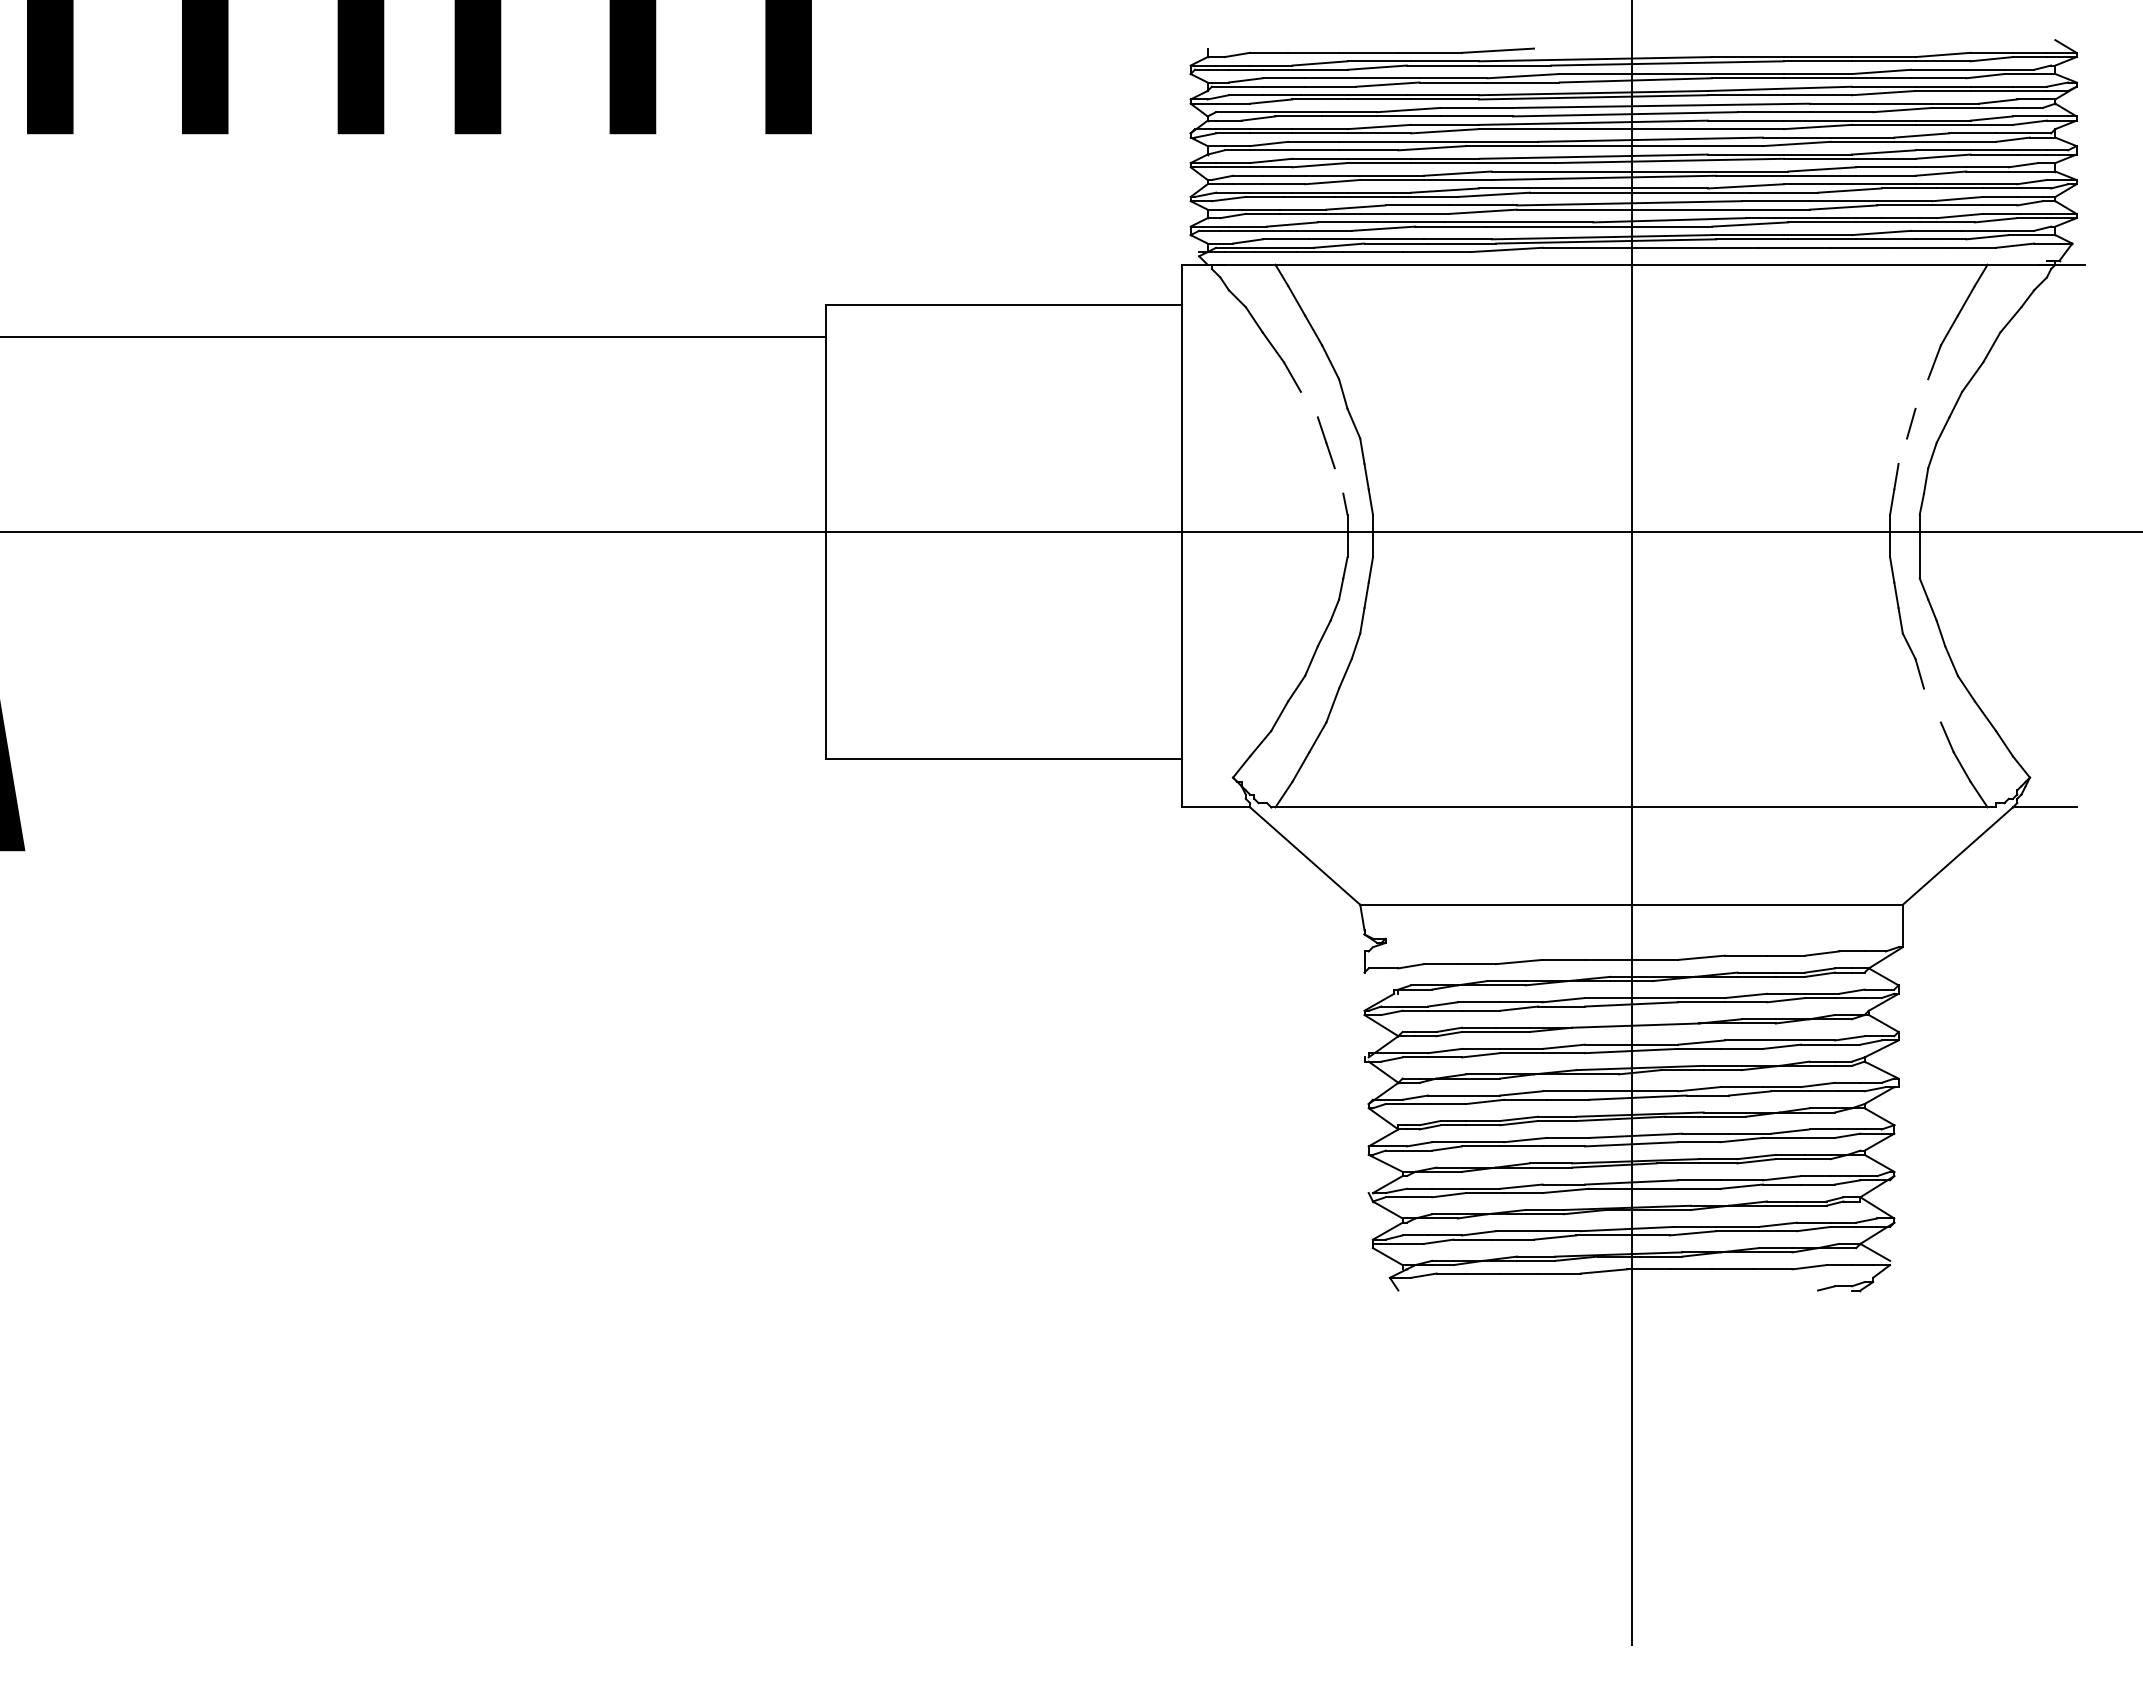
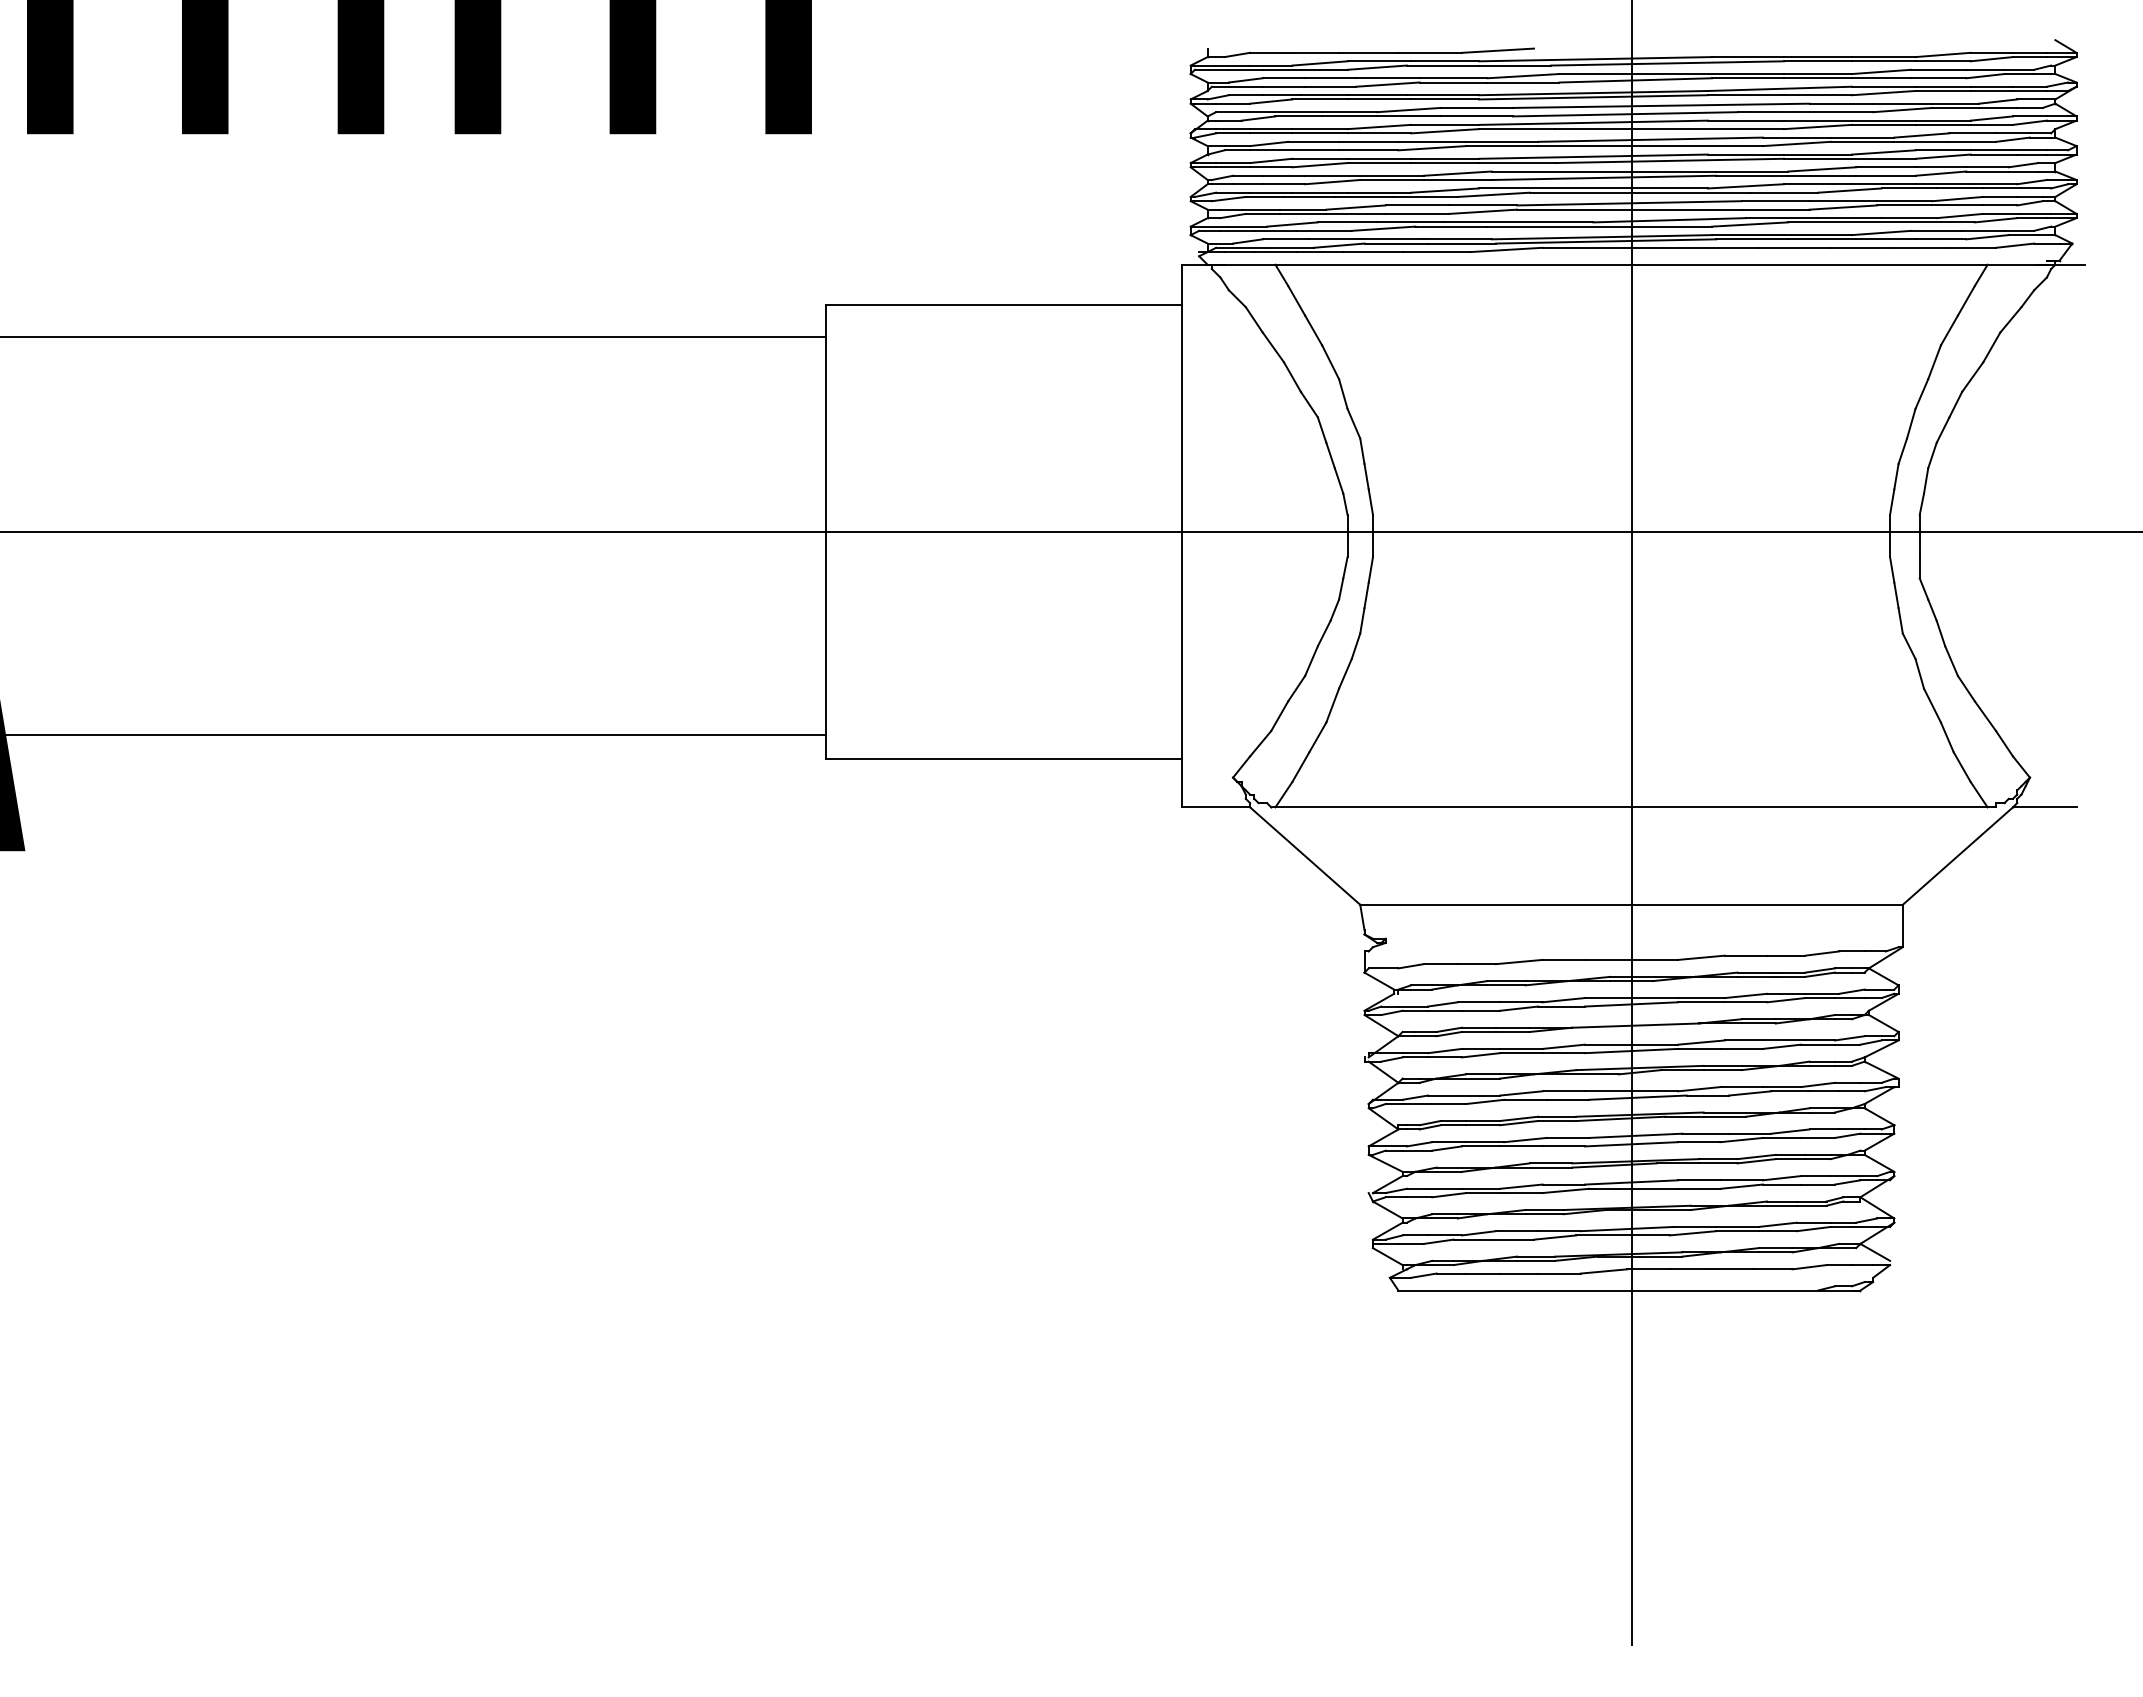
line at (1921, 393): none -> present
line at (1308, 404): none -> present
line at (1902, 450): none -> present
line at (1338, 480): none -> present
line at (1932, 705): none -> present
line at (414, 735): none -> present
line at (1379, 980): none -> present
line at (1629, 1290): none -> present
